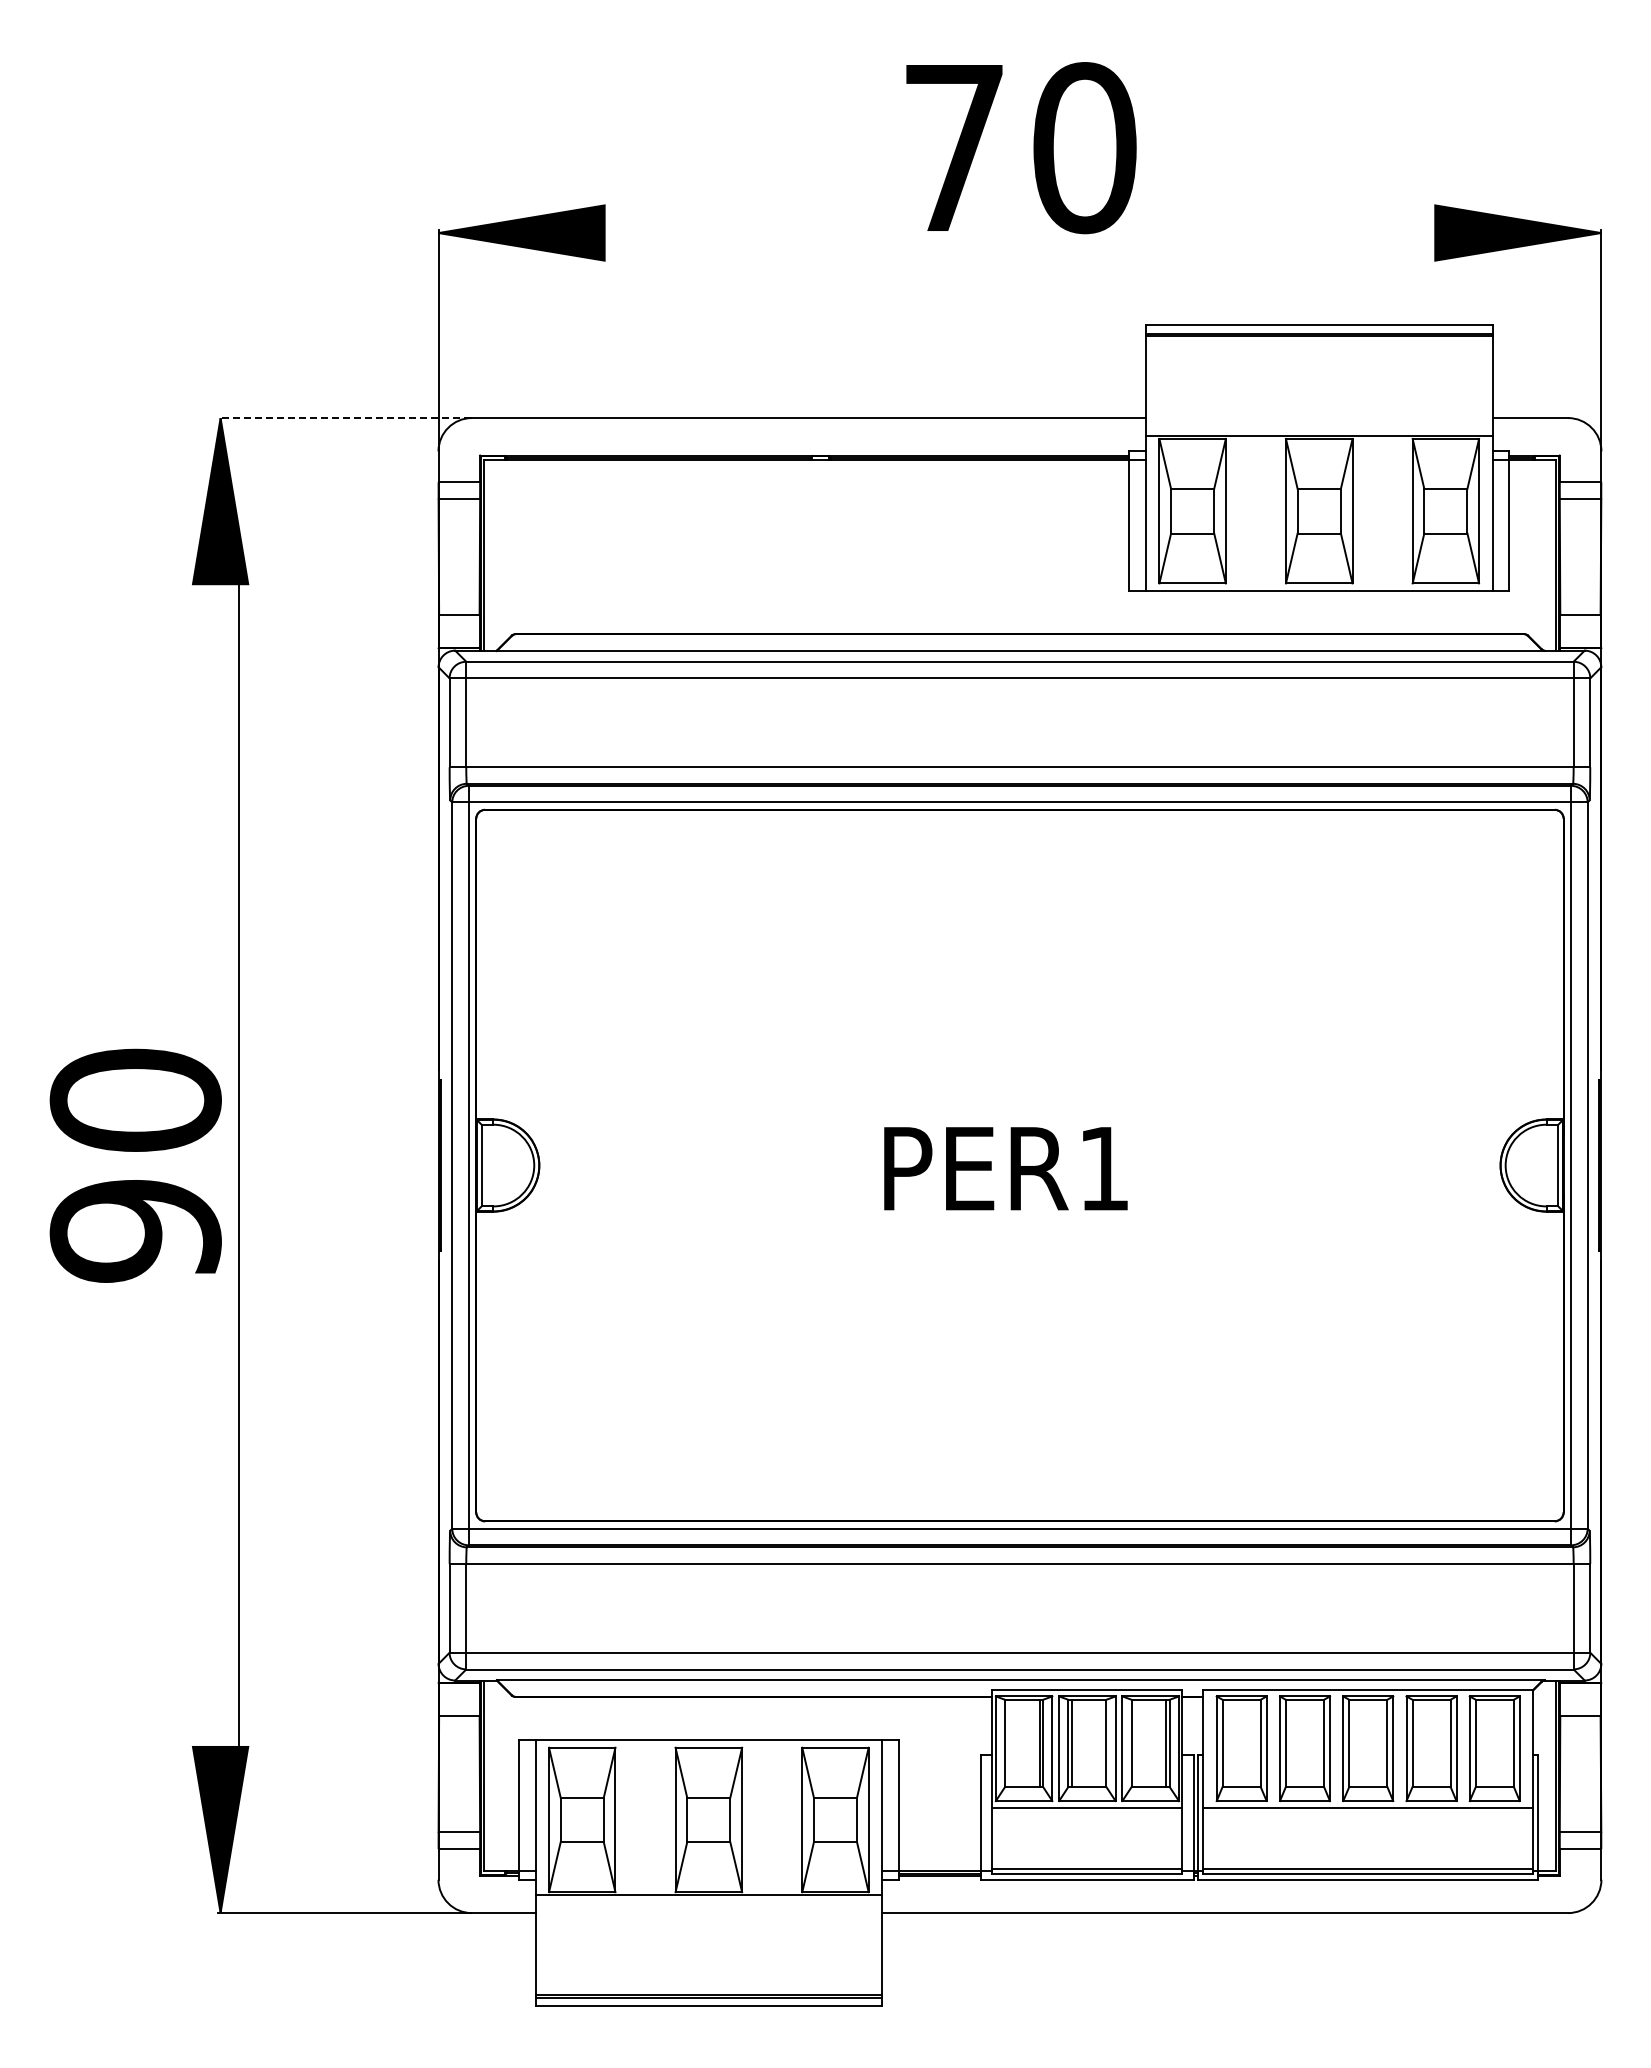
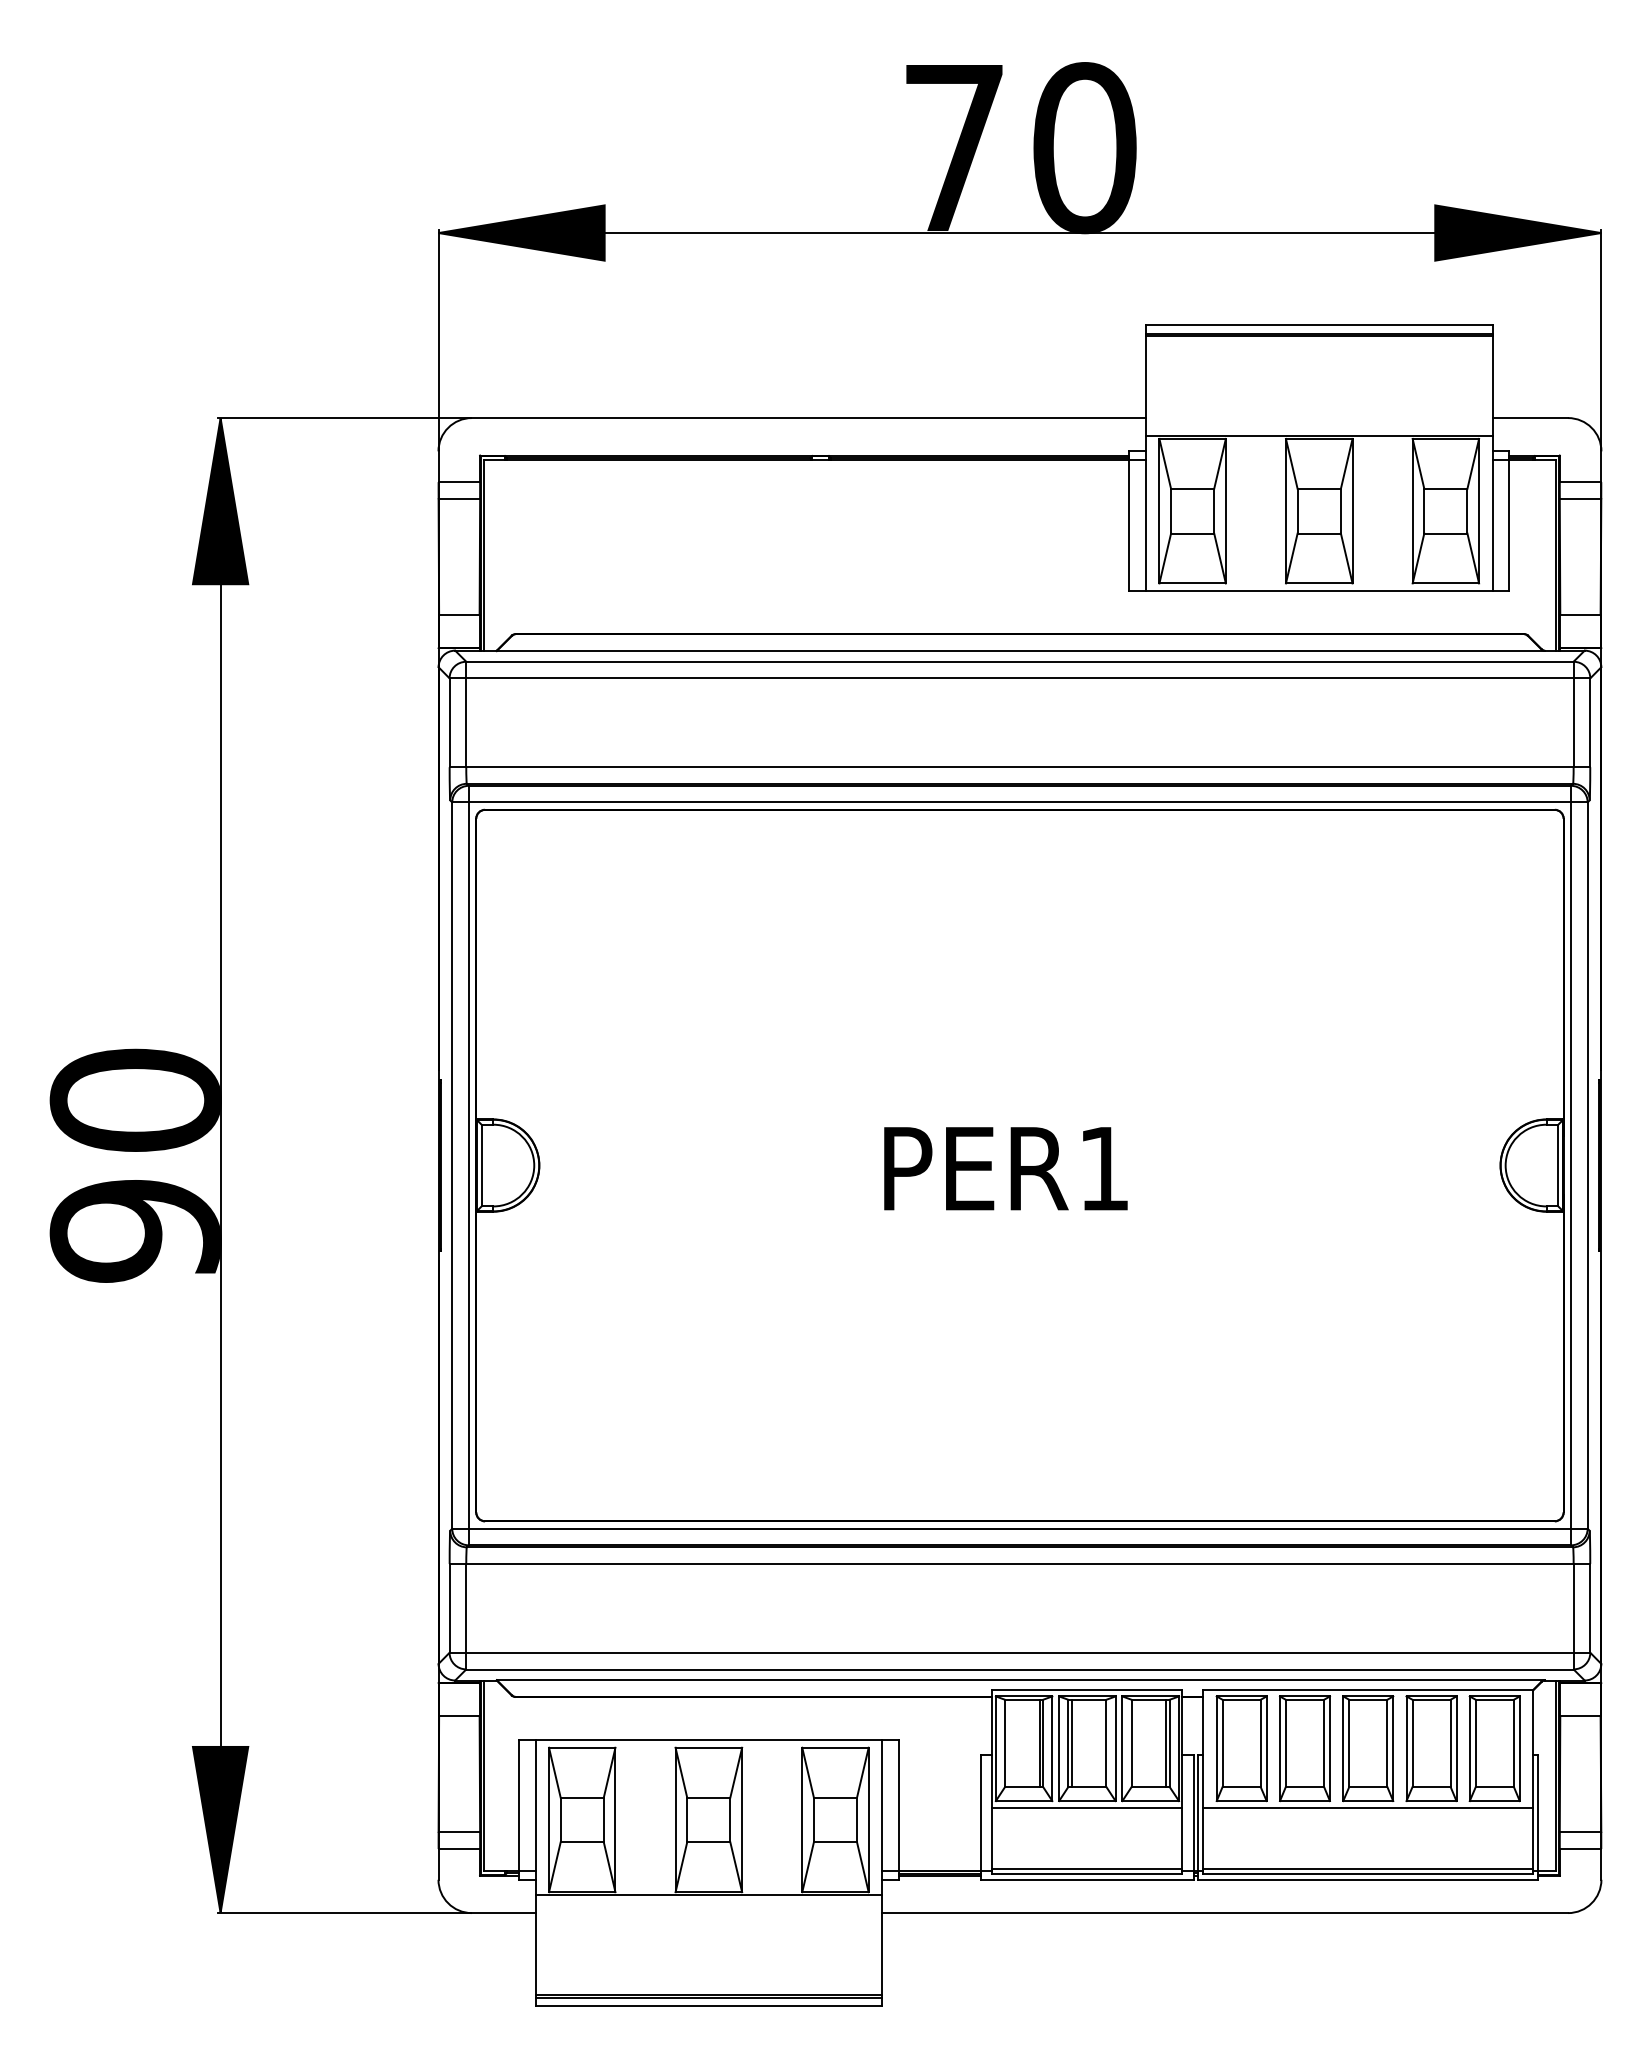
line at (1019, 233): none -> present
line at (344, 418): dashed -> solid
line at (238, 1165) position: (238, 1165) -> (220, 1165)
